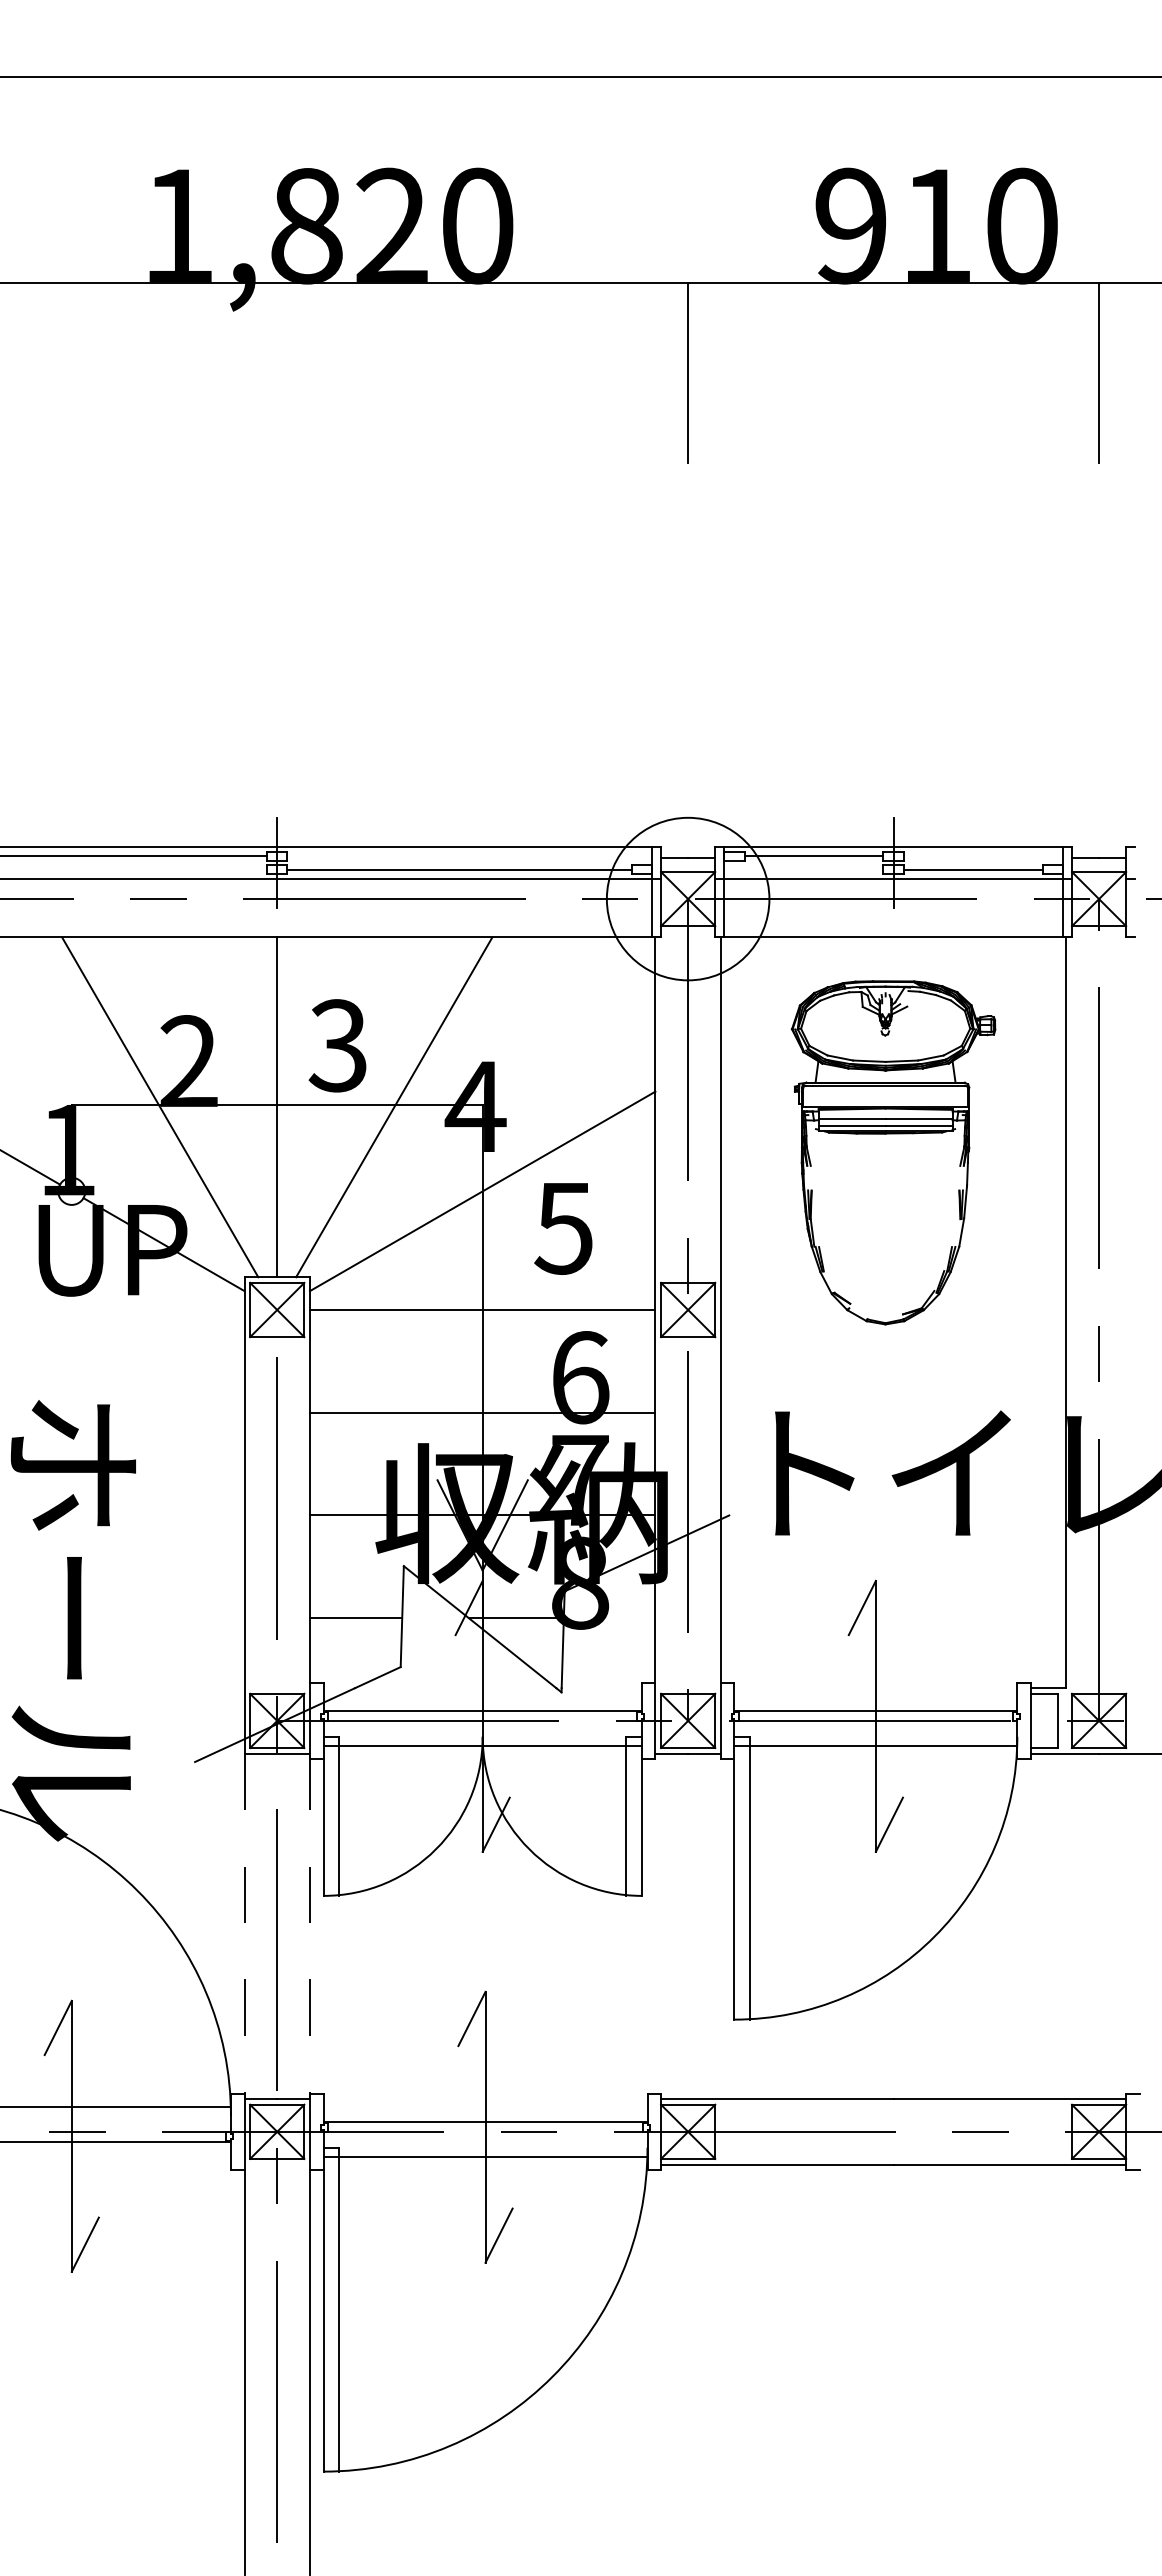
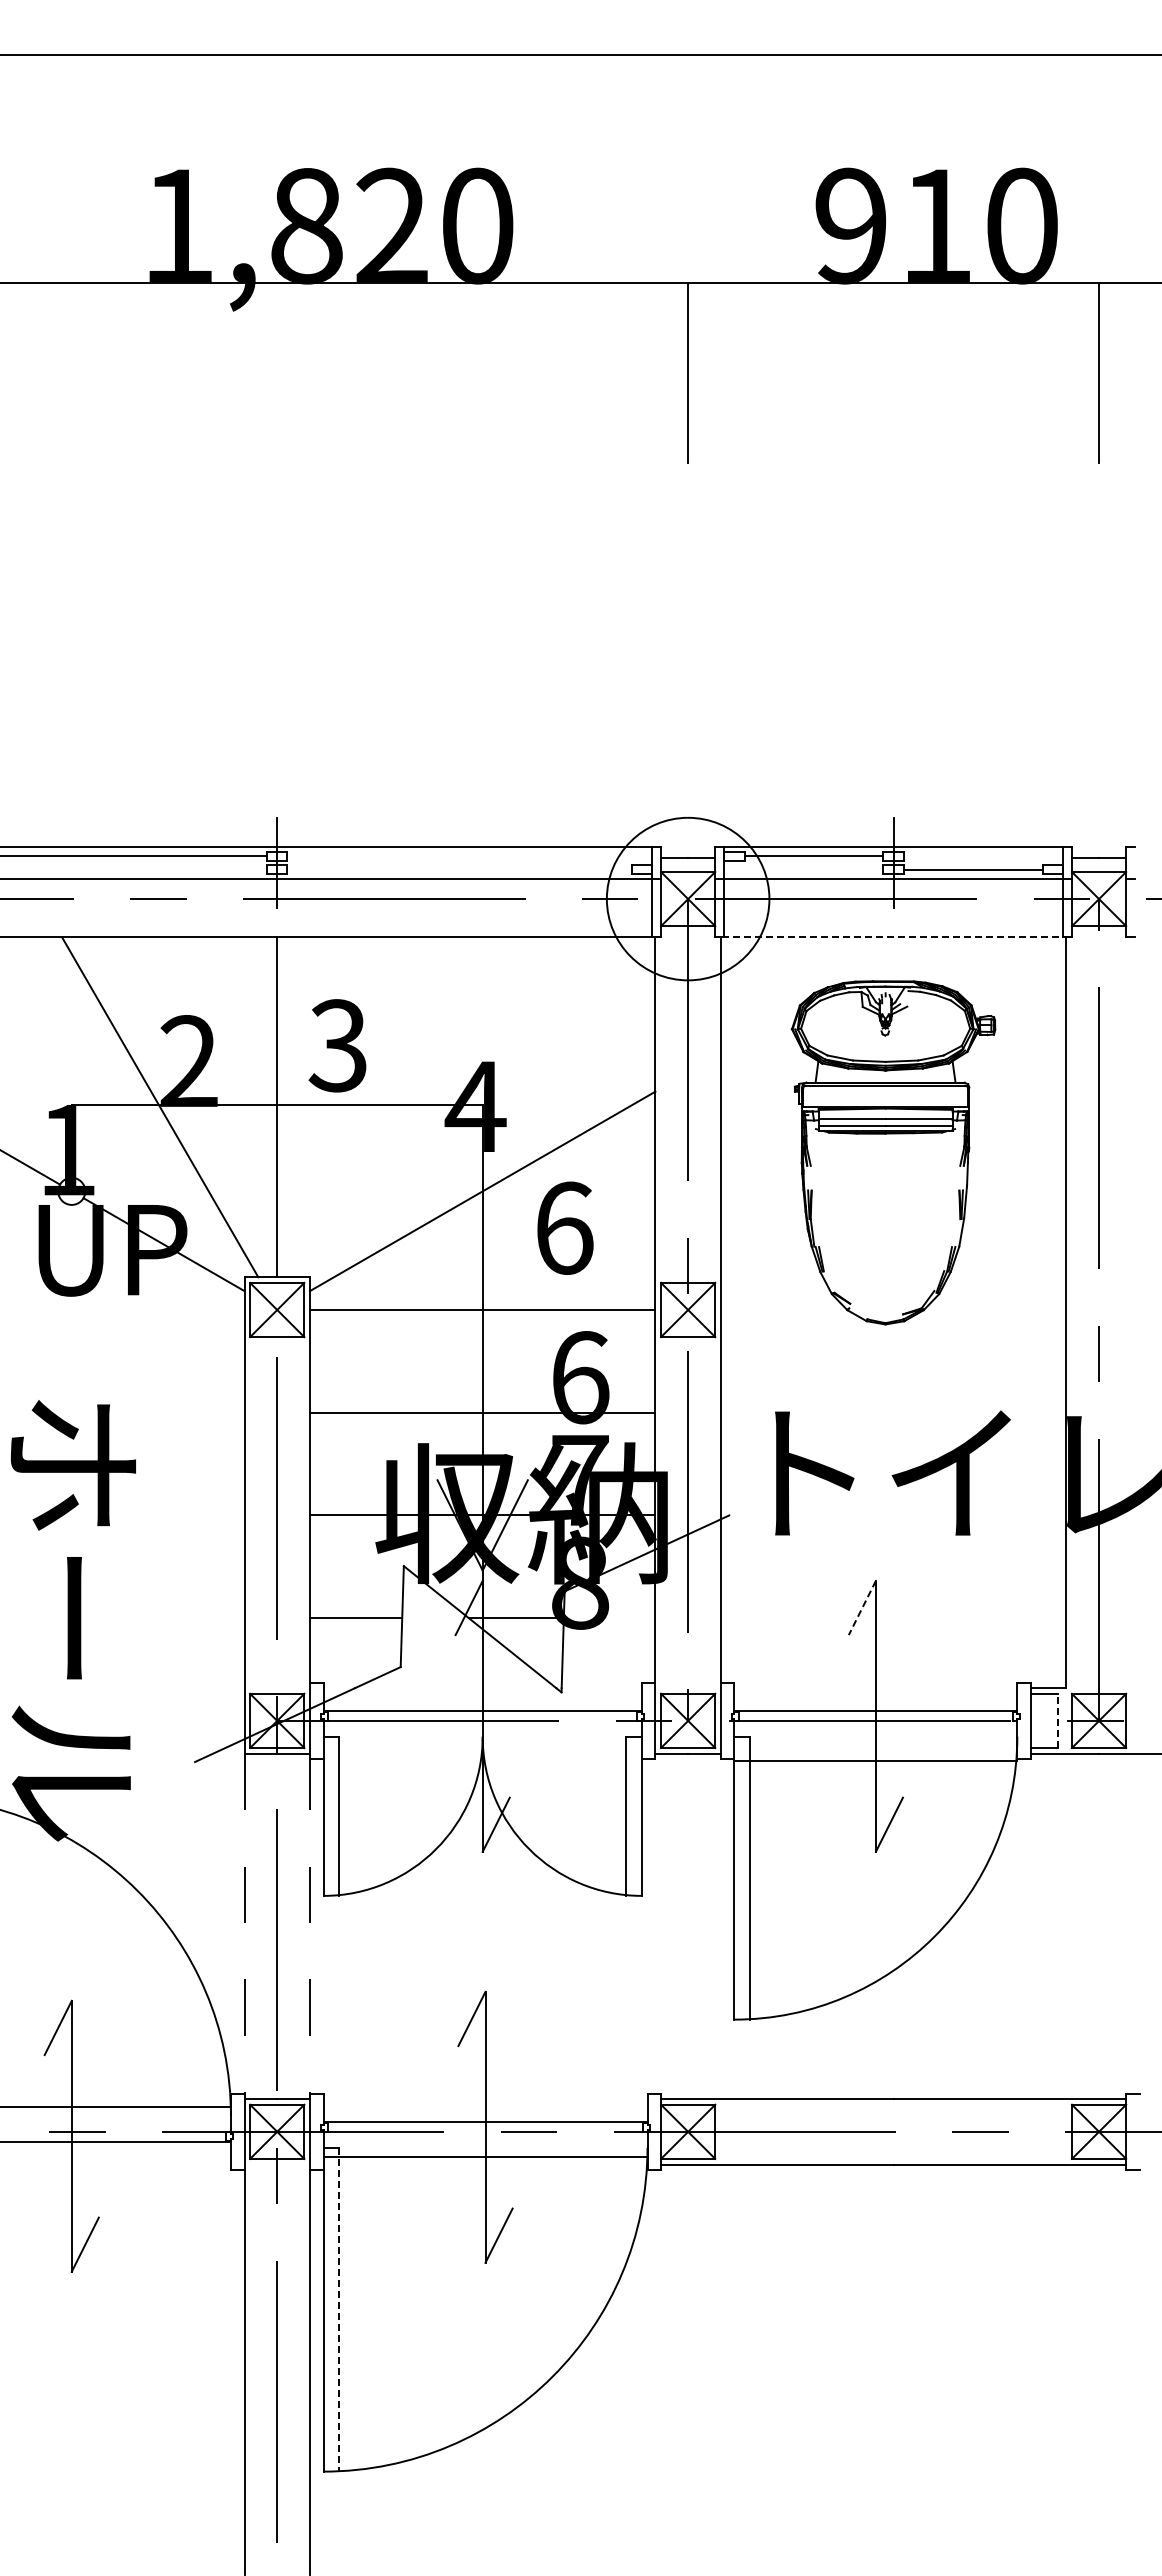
line at (580, 77) position: (580, 77) -> (580, 55)
line at (459, 869): present -> none
line at (893, 937): solid -> dashed
line at (394, 1107): present -> none
text at (563, 1227): 5 -> 6
line at (862, 1608): solid -> dashed
line at (1057, 1720): solid -> dashed
line at (482, 1745): present -> none
line at (875, 1745) position: (875, 1745) -> (875, 1760)
line at (339, 2309): solid -> dashed
